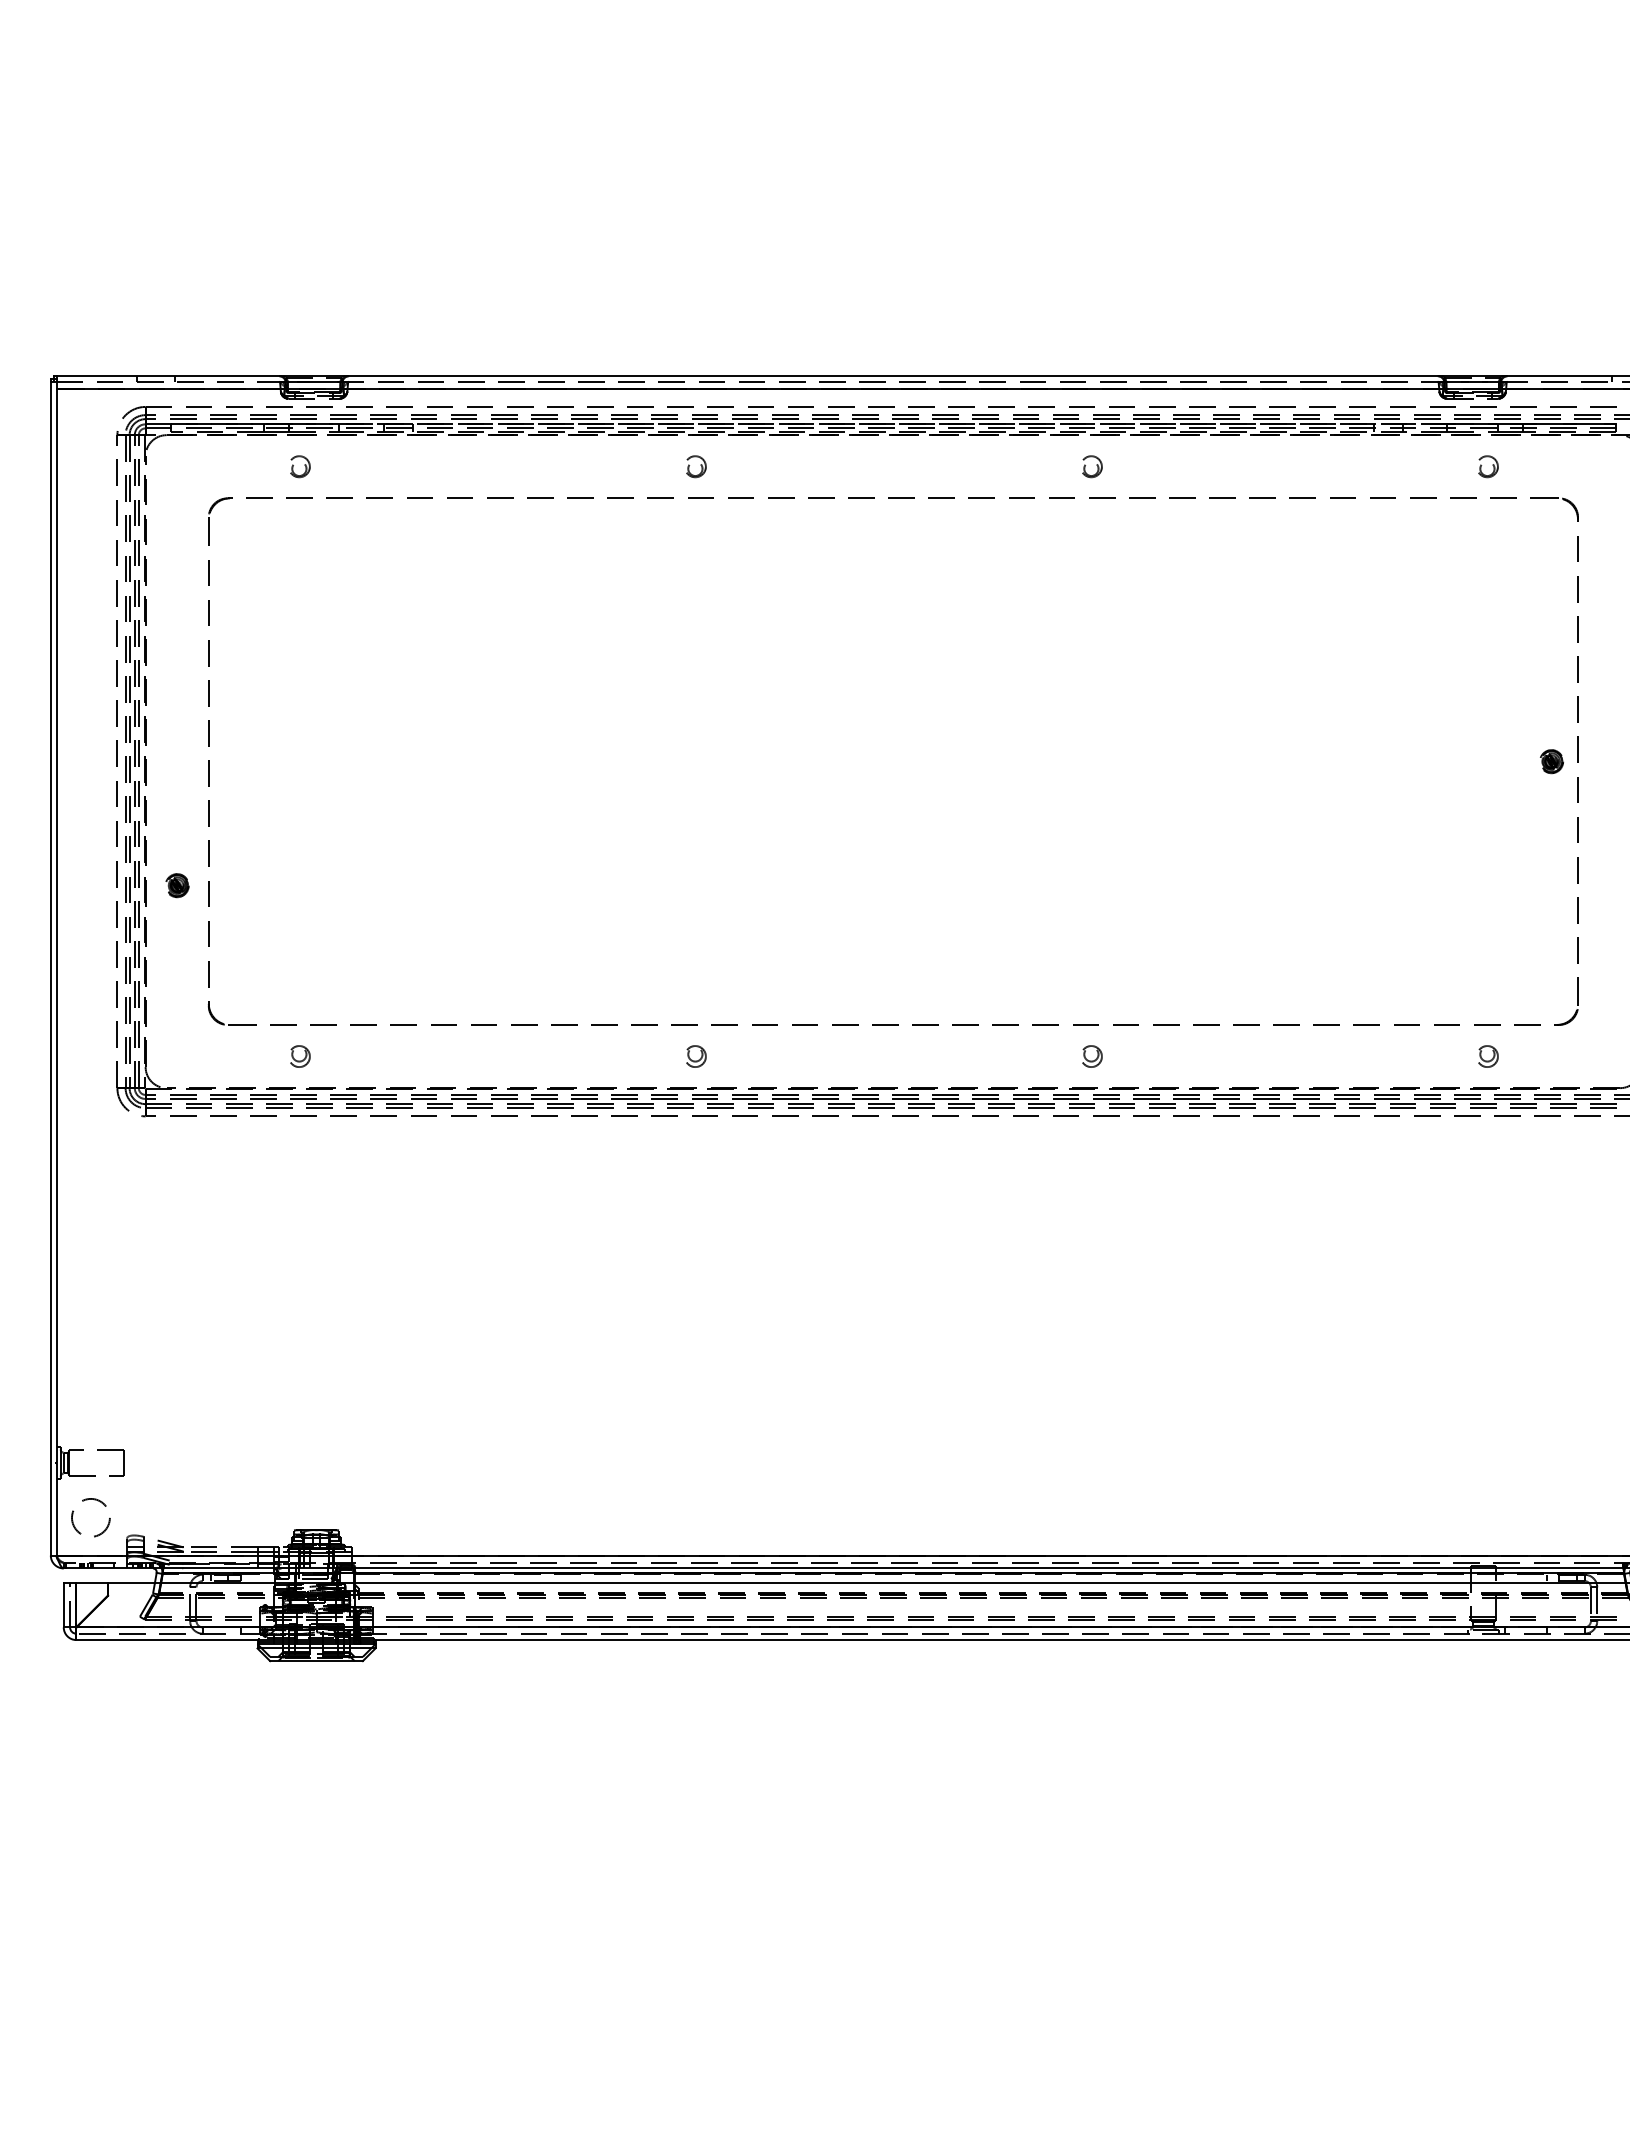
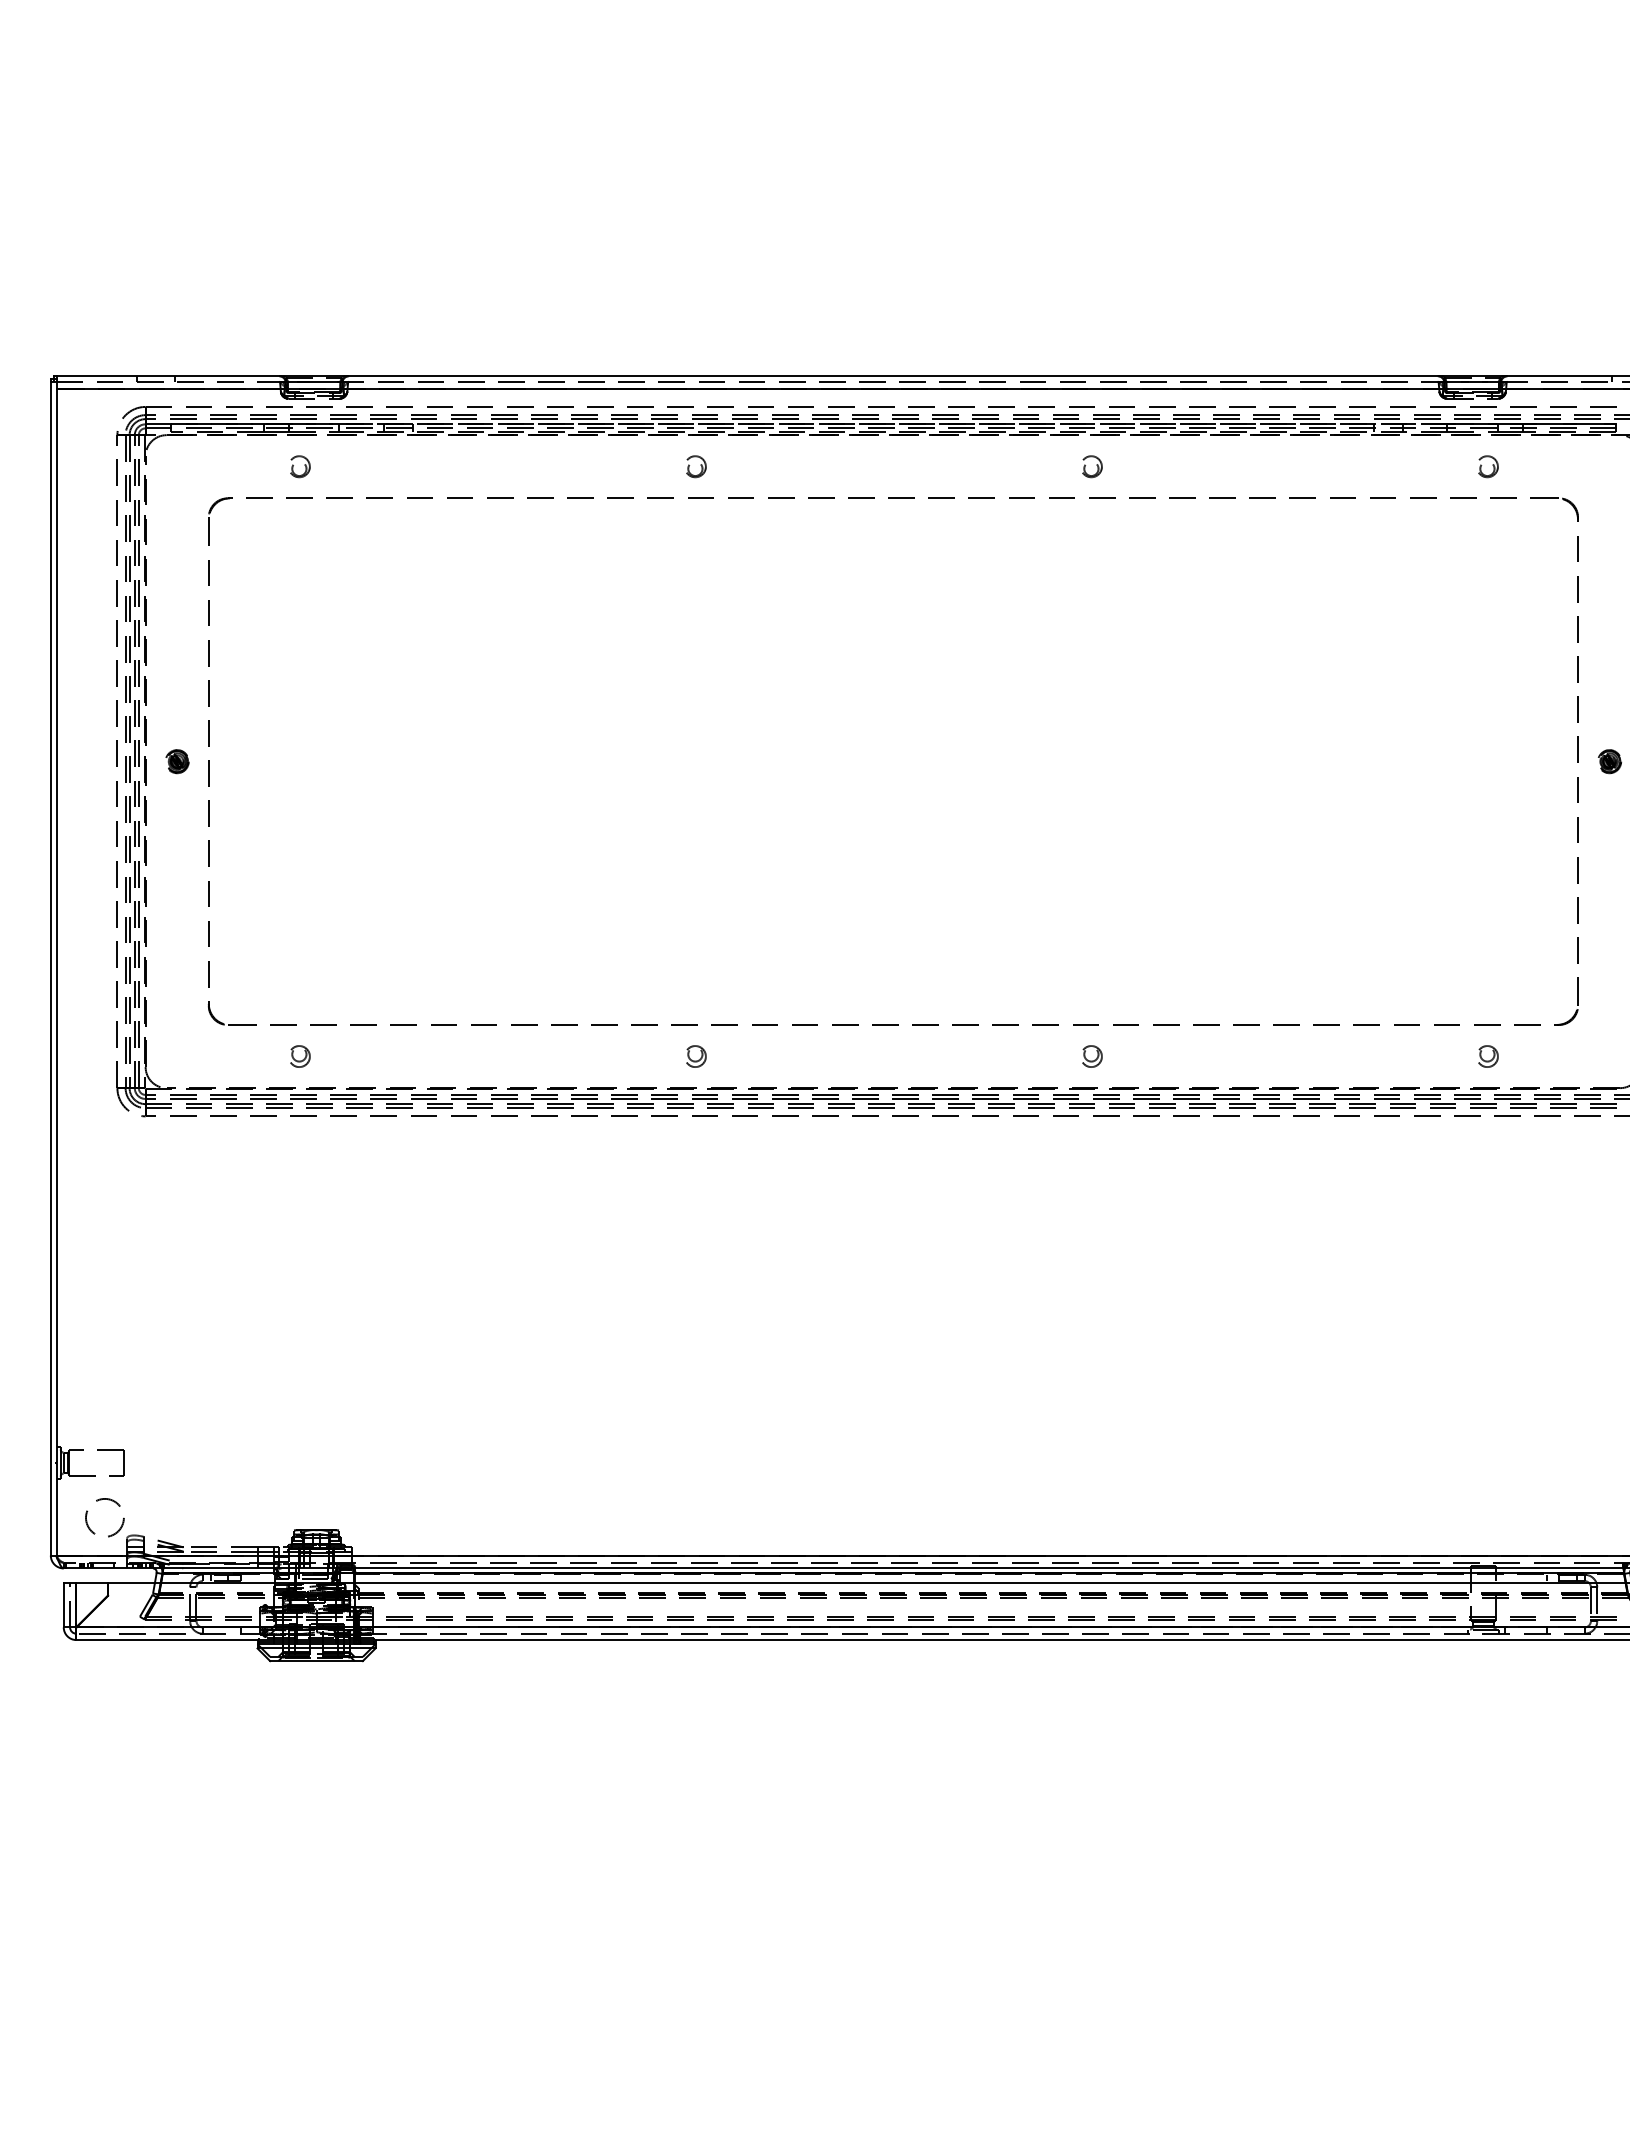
part at (1551, 761) position: (1551, 761) -> (1609, 761)
part at (177, 885) position: (177, 885) -> (177, 761)
circle at (90, 1517) position: (90, 1517) -> (104, 1517)
